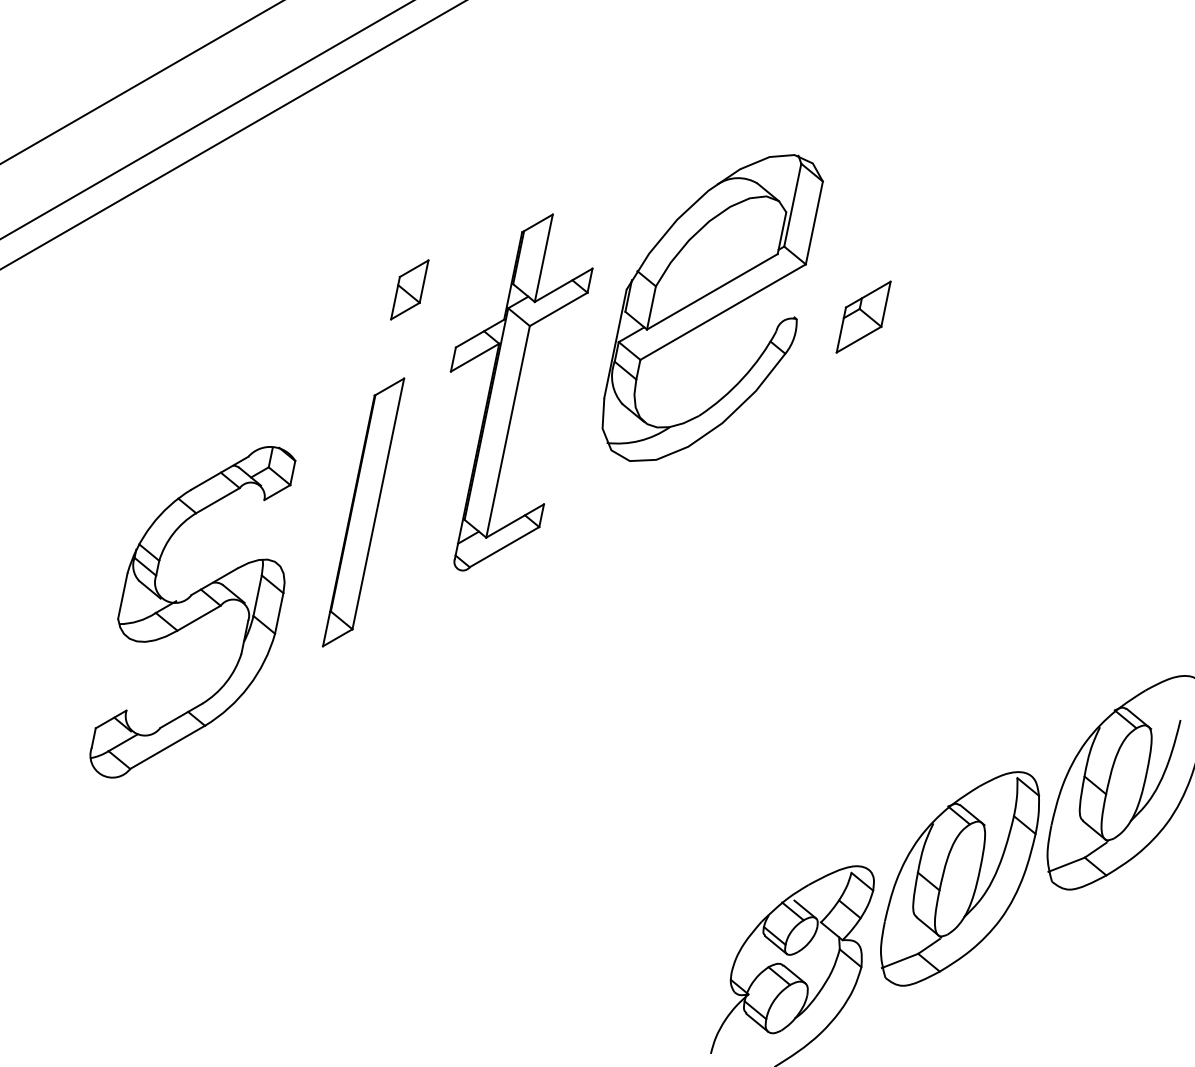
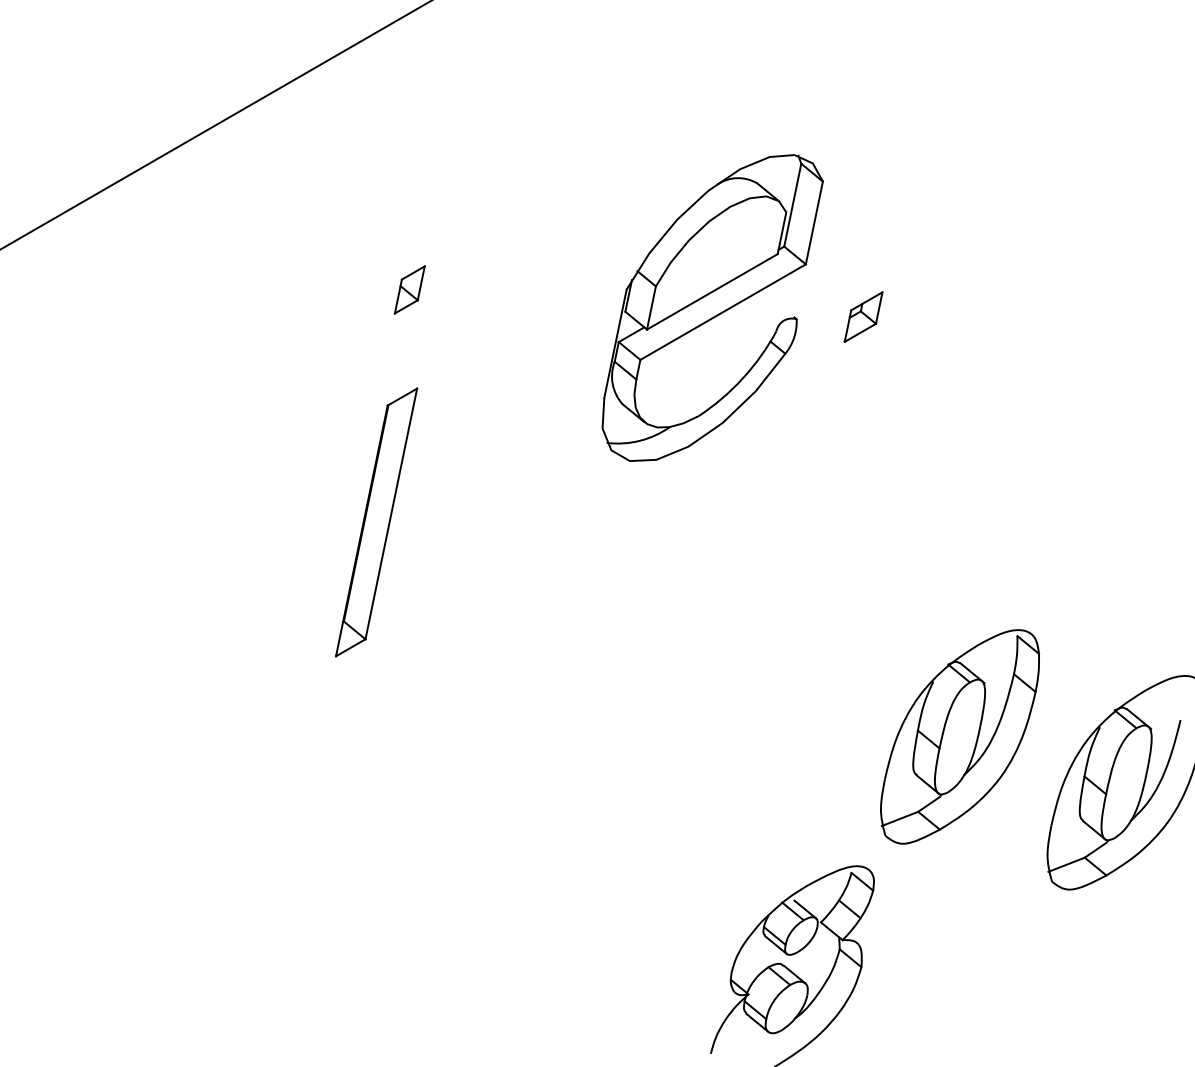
line at (141, 82): present -> none
line at (206, 119) position: (206, 119) -> (215, 125)
line at (232, 135): present -> none
part at (409, 289) size: 40x62 px -> 33x50 px
part at (863, 316) size: 57x74 px -> 41x52 px
part at (521, 392): present -> none
part at (363, 512) position: (363, 512) -> (376, 522)
part at (192, 612): present -> none
part at (960, 878) position: (960, 878) -> (960, 736)
